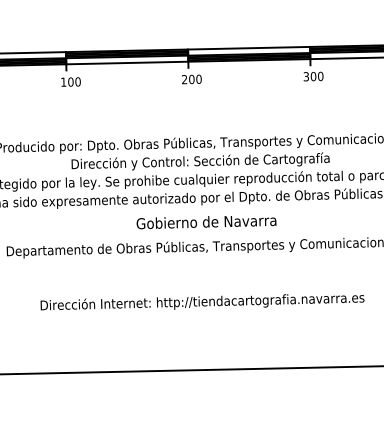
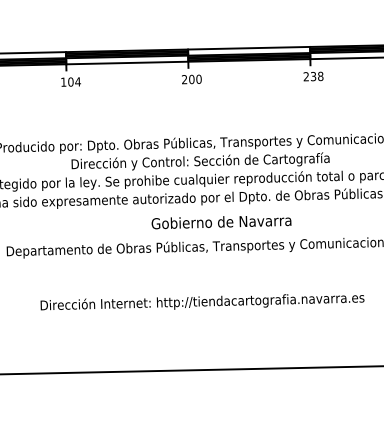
text at (313, 76): 300 -> 238
text at (77, 81): 100 -> 104
text at (206, 222) position: (206, 222) -> (221, 222)
